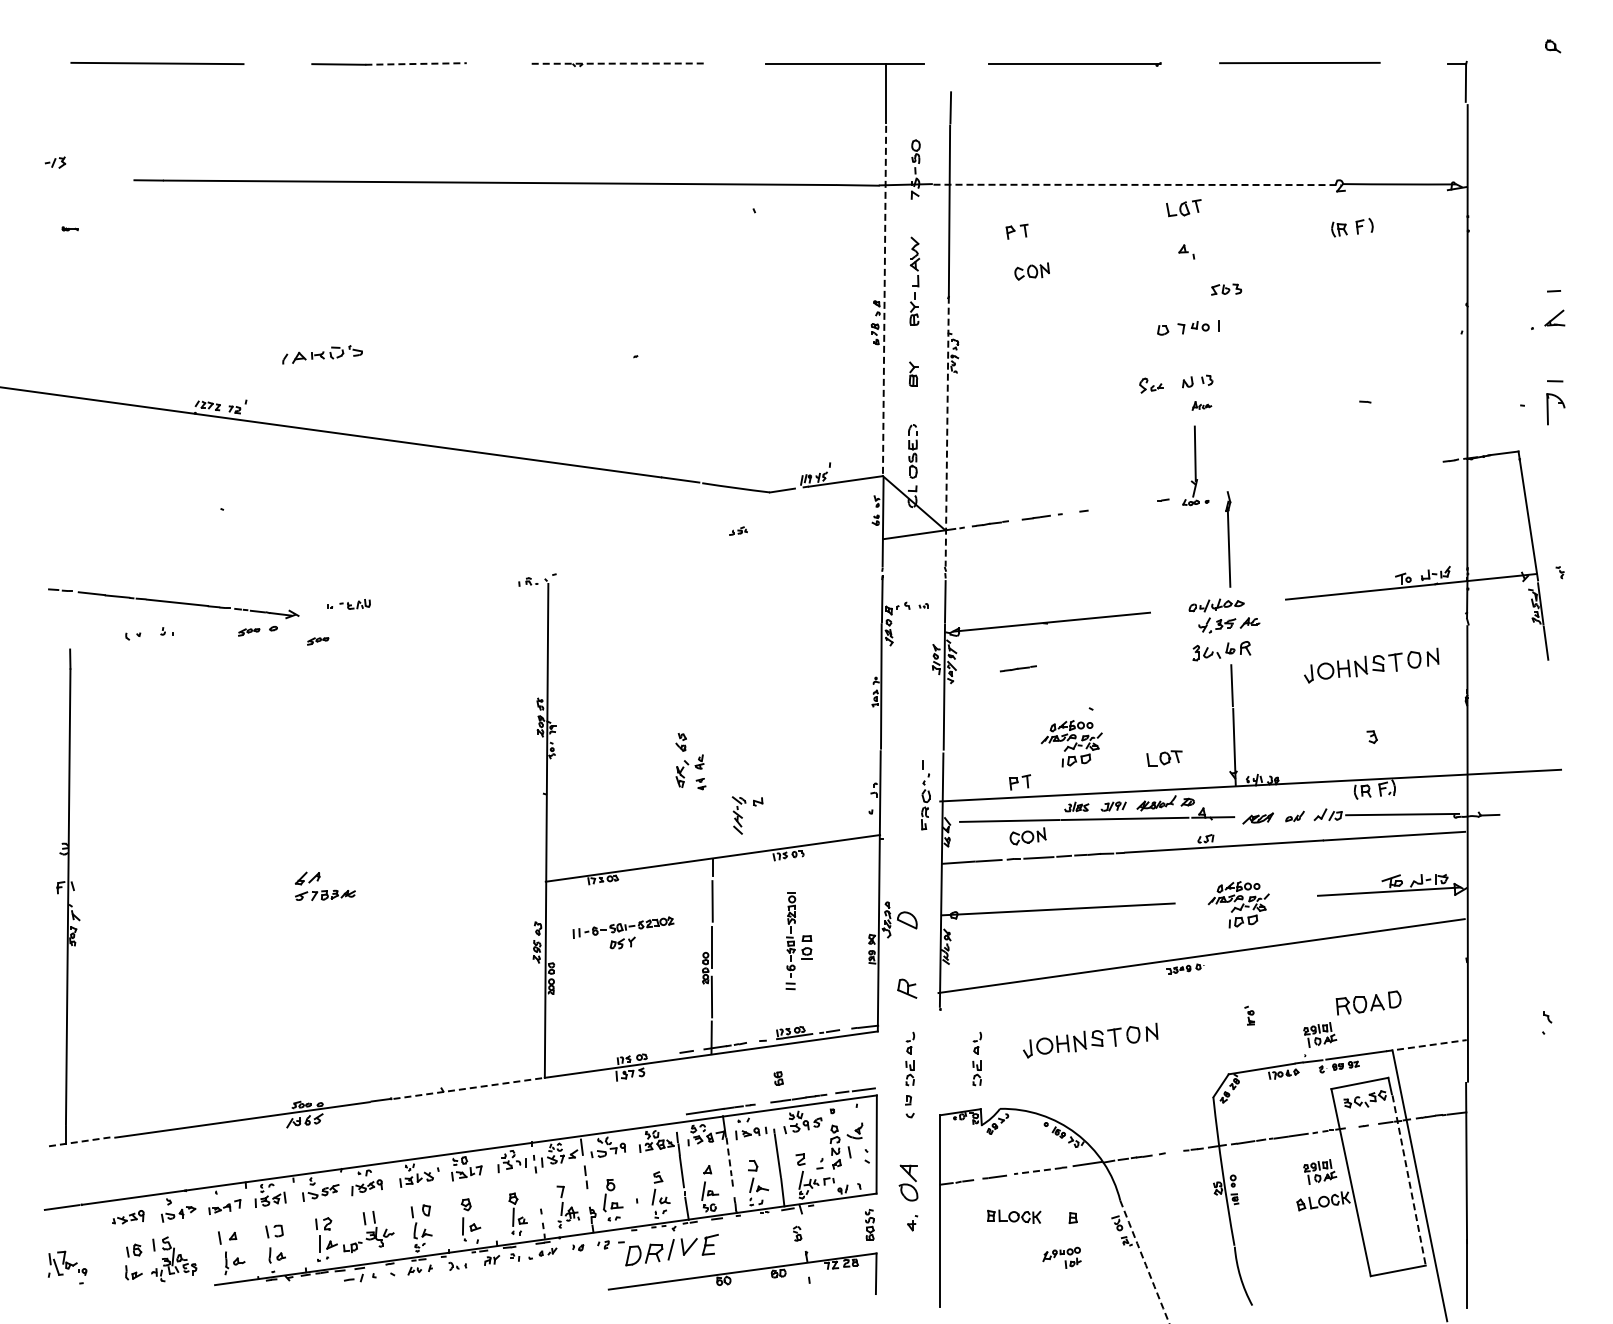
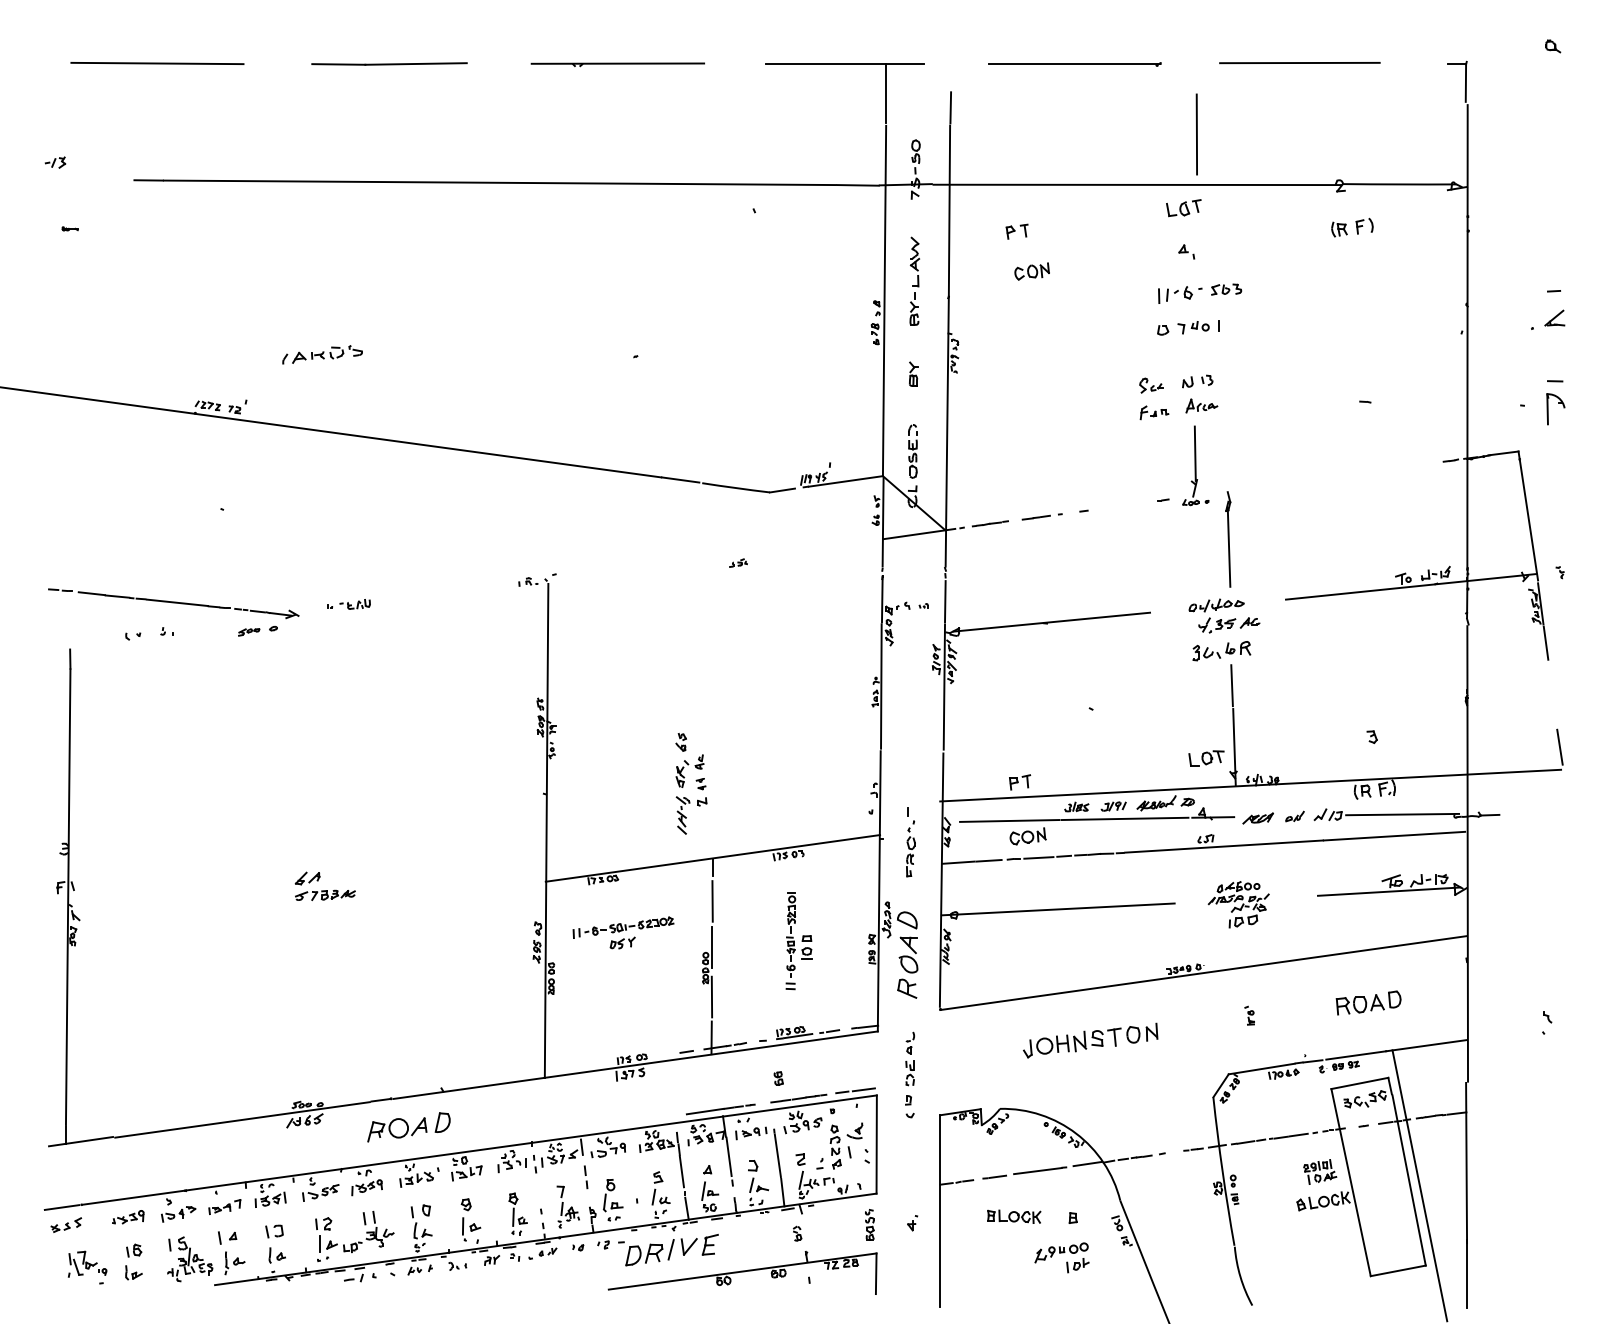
line at (416, 63): dashed -> solid
line at (618, 63): dashed -> solid
line at (1196, 134): none -> present
line at (1137, 184): dashed -> solid
part at (1180, 294): none -> present
line at (884, 301): dashed -> solid
part at (1201, 405) size: 22x10 px -> 34x16 px
part at (1154, 412): none -> present
line at (947, 431): dashed -> solid
part at (738, 530) position: (738, 530) -> (738, 562)
part at (318, 641): present -> none
part at (1371, 665): present -> none
line at (1018, 668): present -> none
part at (1071, 743): present -> none
line at (1559, 746): none -> present
part at (1164, 758) position: (1164, 758) -> (1206, 758)
part at (925, 795) position: (925, 795) -> (910, 842)
part at (747, 815) position: (747, 815) -> (691, 815)
line at (1201, 956) position: (1201, 956) -> (1203, 973)
part at (1320, 1034): present -> none
line at (1426, 1045): dashed -> solid
part at (976, 1058): present -> none
line at (469, 1088): dashed -> solid
part at (408, 1127): none -> present
line at (81, 1141): dashed -> solid
line at (729, 1157): dashed -> solid
line at (1037, 1171): dashed -> solid
line at (1409, 1180): dashed -> solid
part at (908, 1182) position: (908, 1182) -> (908, 954)
part at (66, 1224): none -> present
part at (1061, 1257) size: 40x23 px -> 56x32 px
part at (174, 1259) position: (174, 1259) -> (190, 1259)
arc at (1145, 1262): dashed -> solid
part at (67, 1267) position: (67, 1267) -> (87, 1267)
